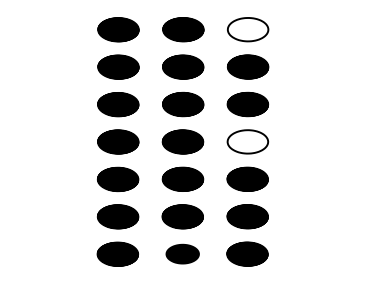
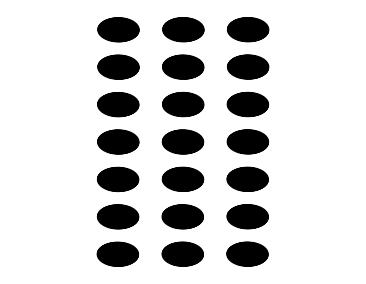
hatch at (247, 29): none -> present
hatch at (247, 141): none -> present
part at (182, 253) size: 35x22 px -> 43x26 px
